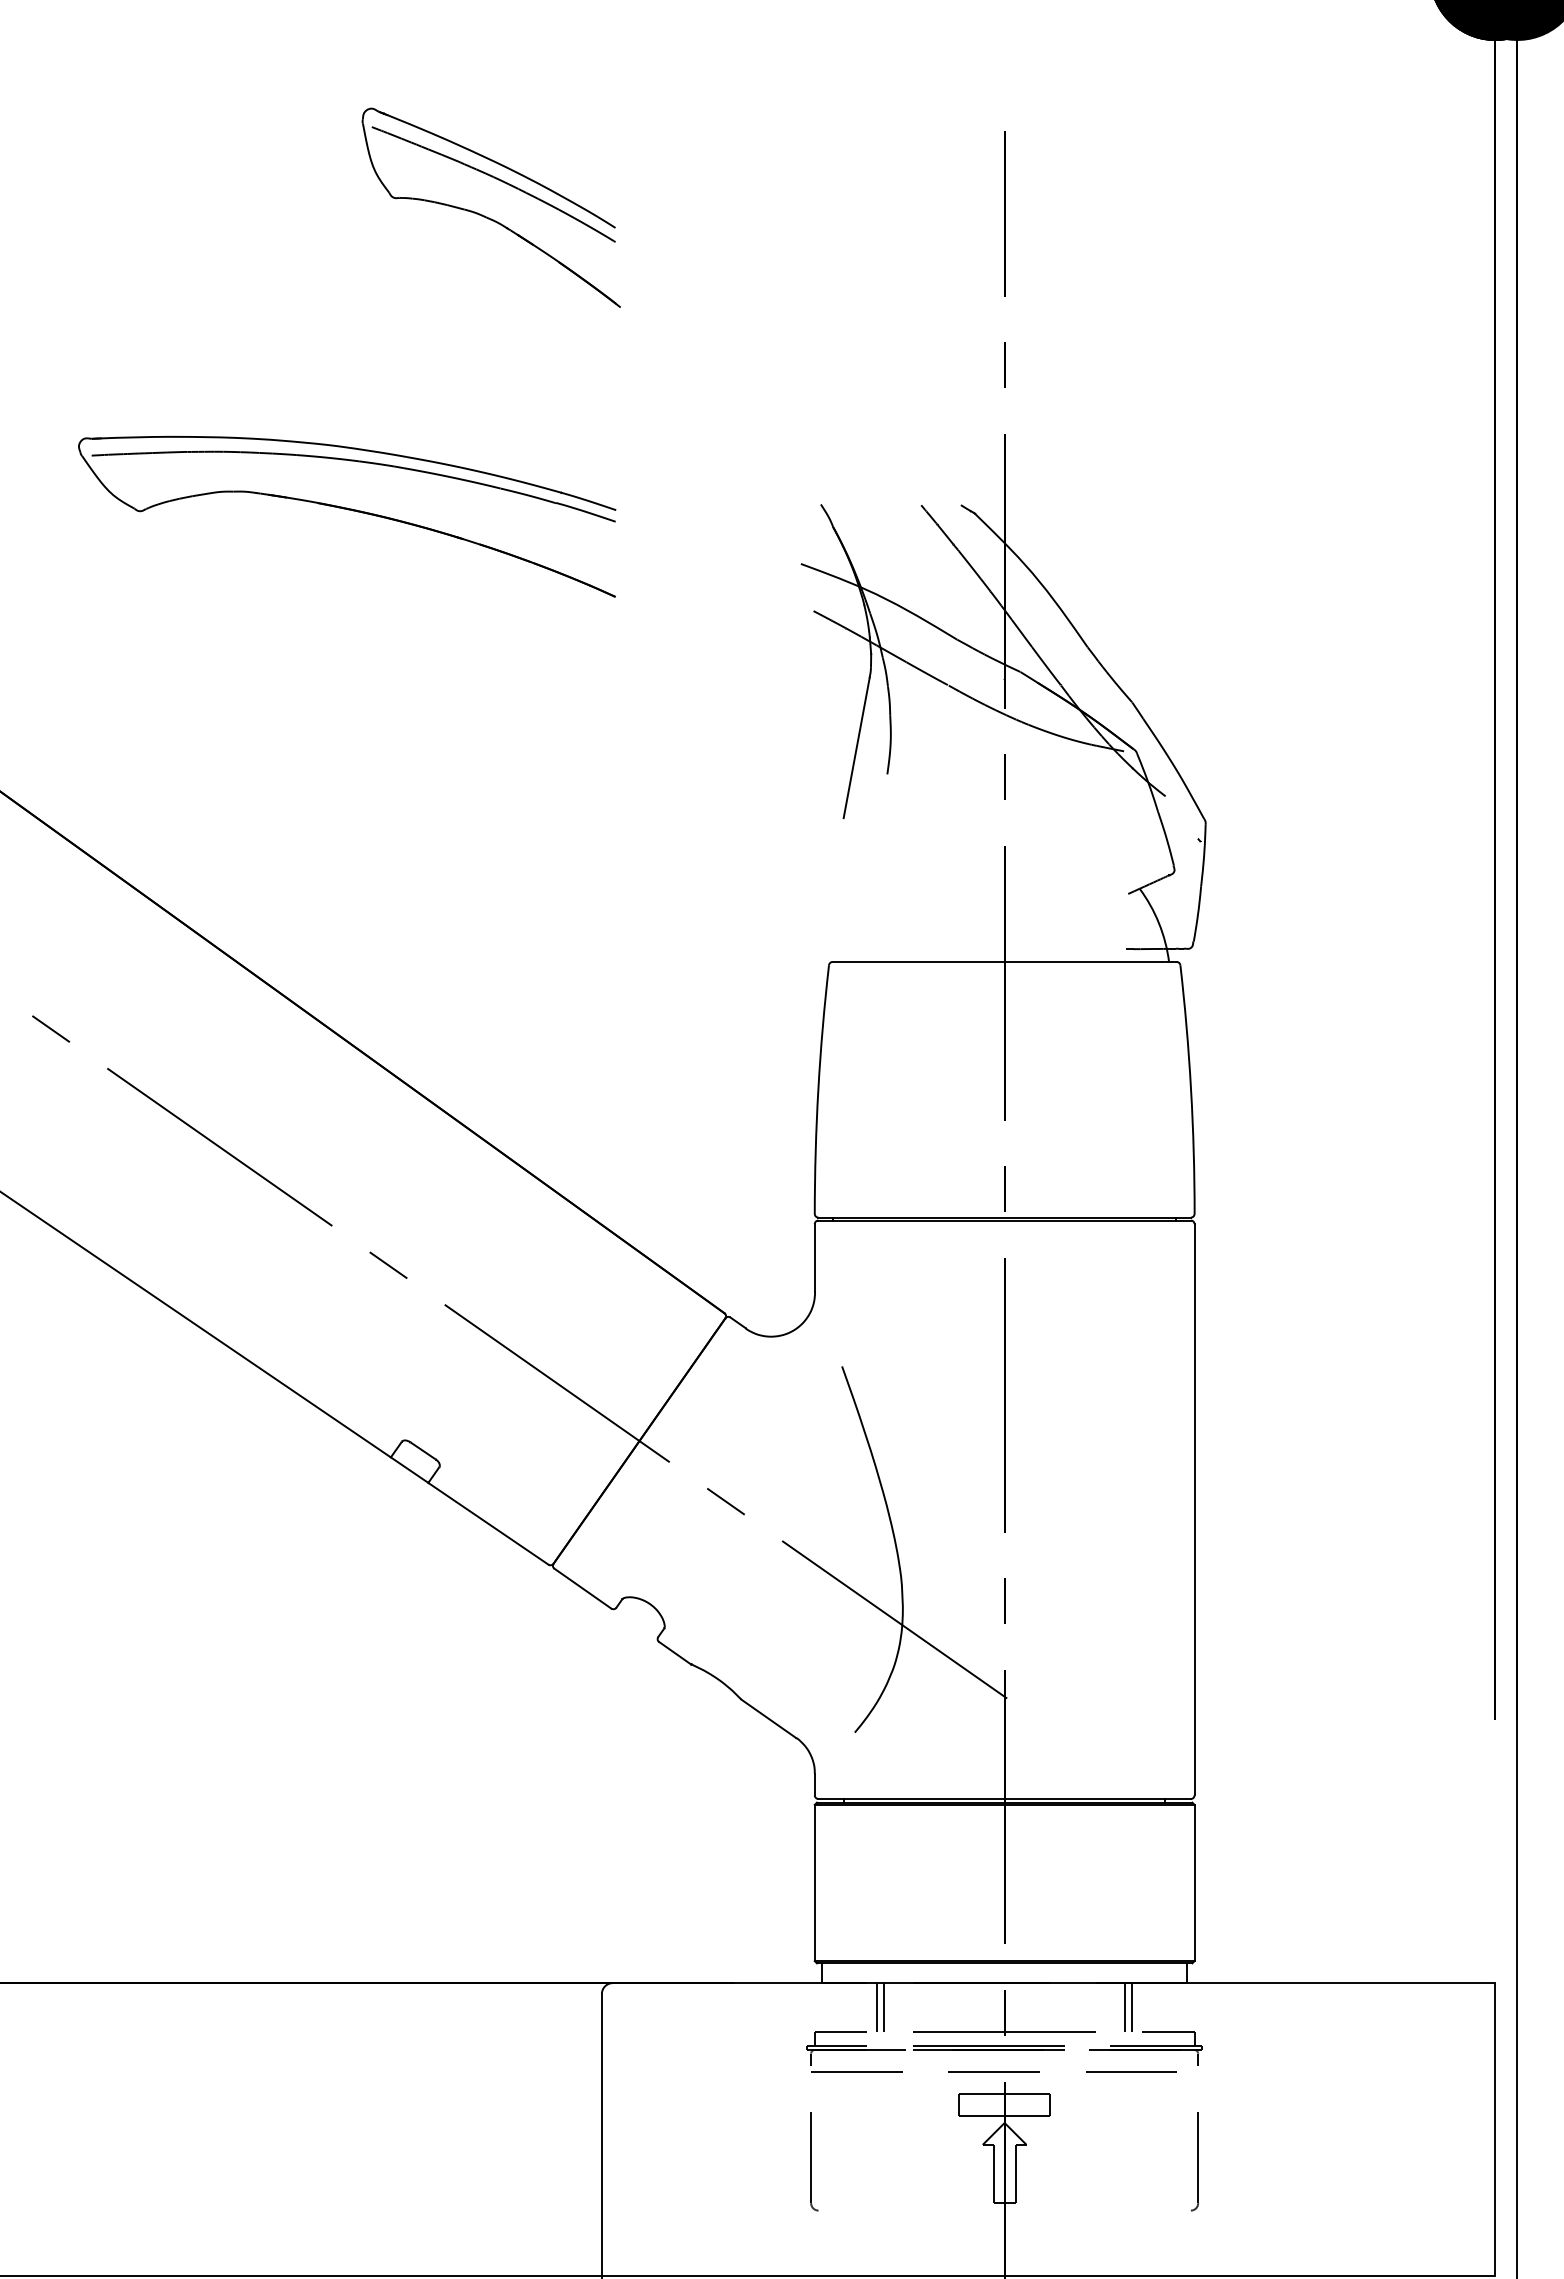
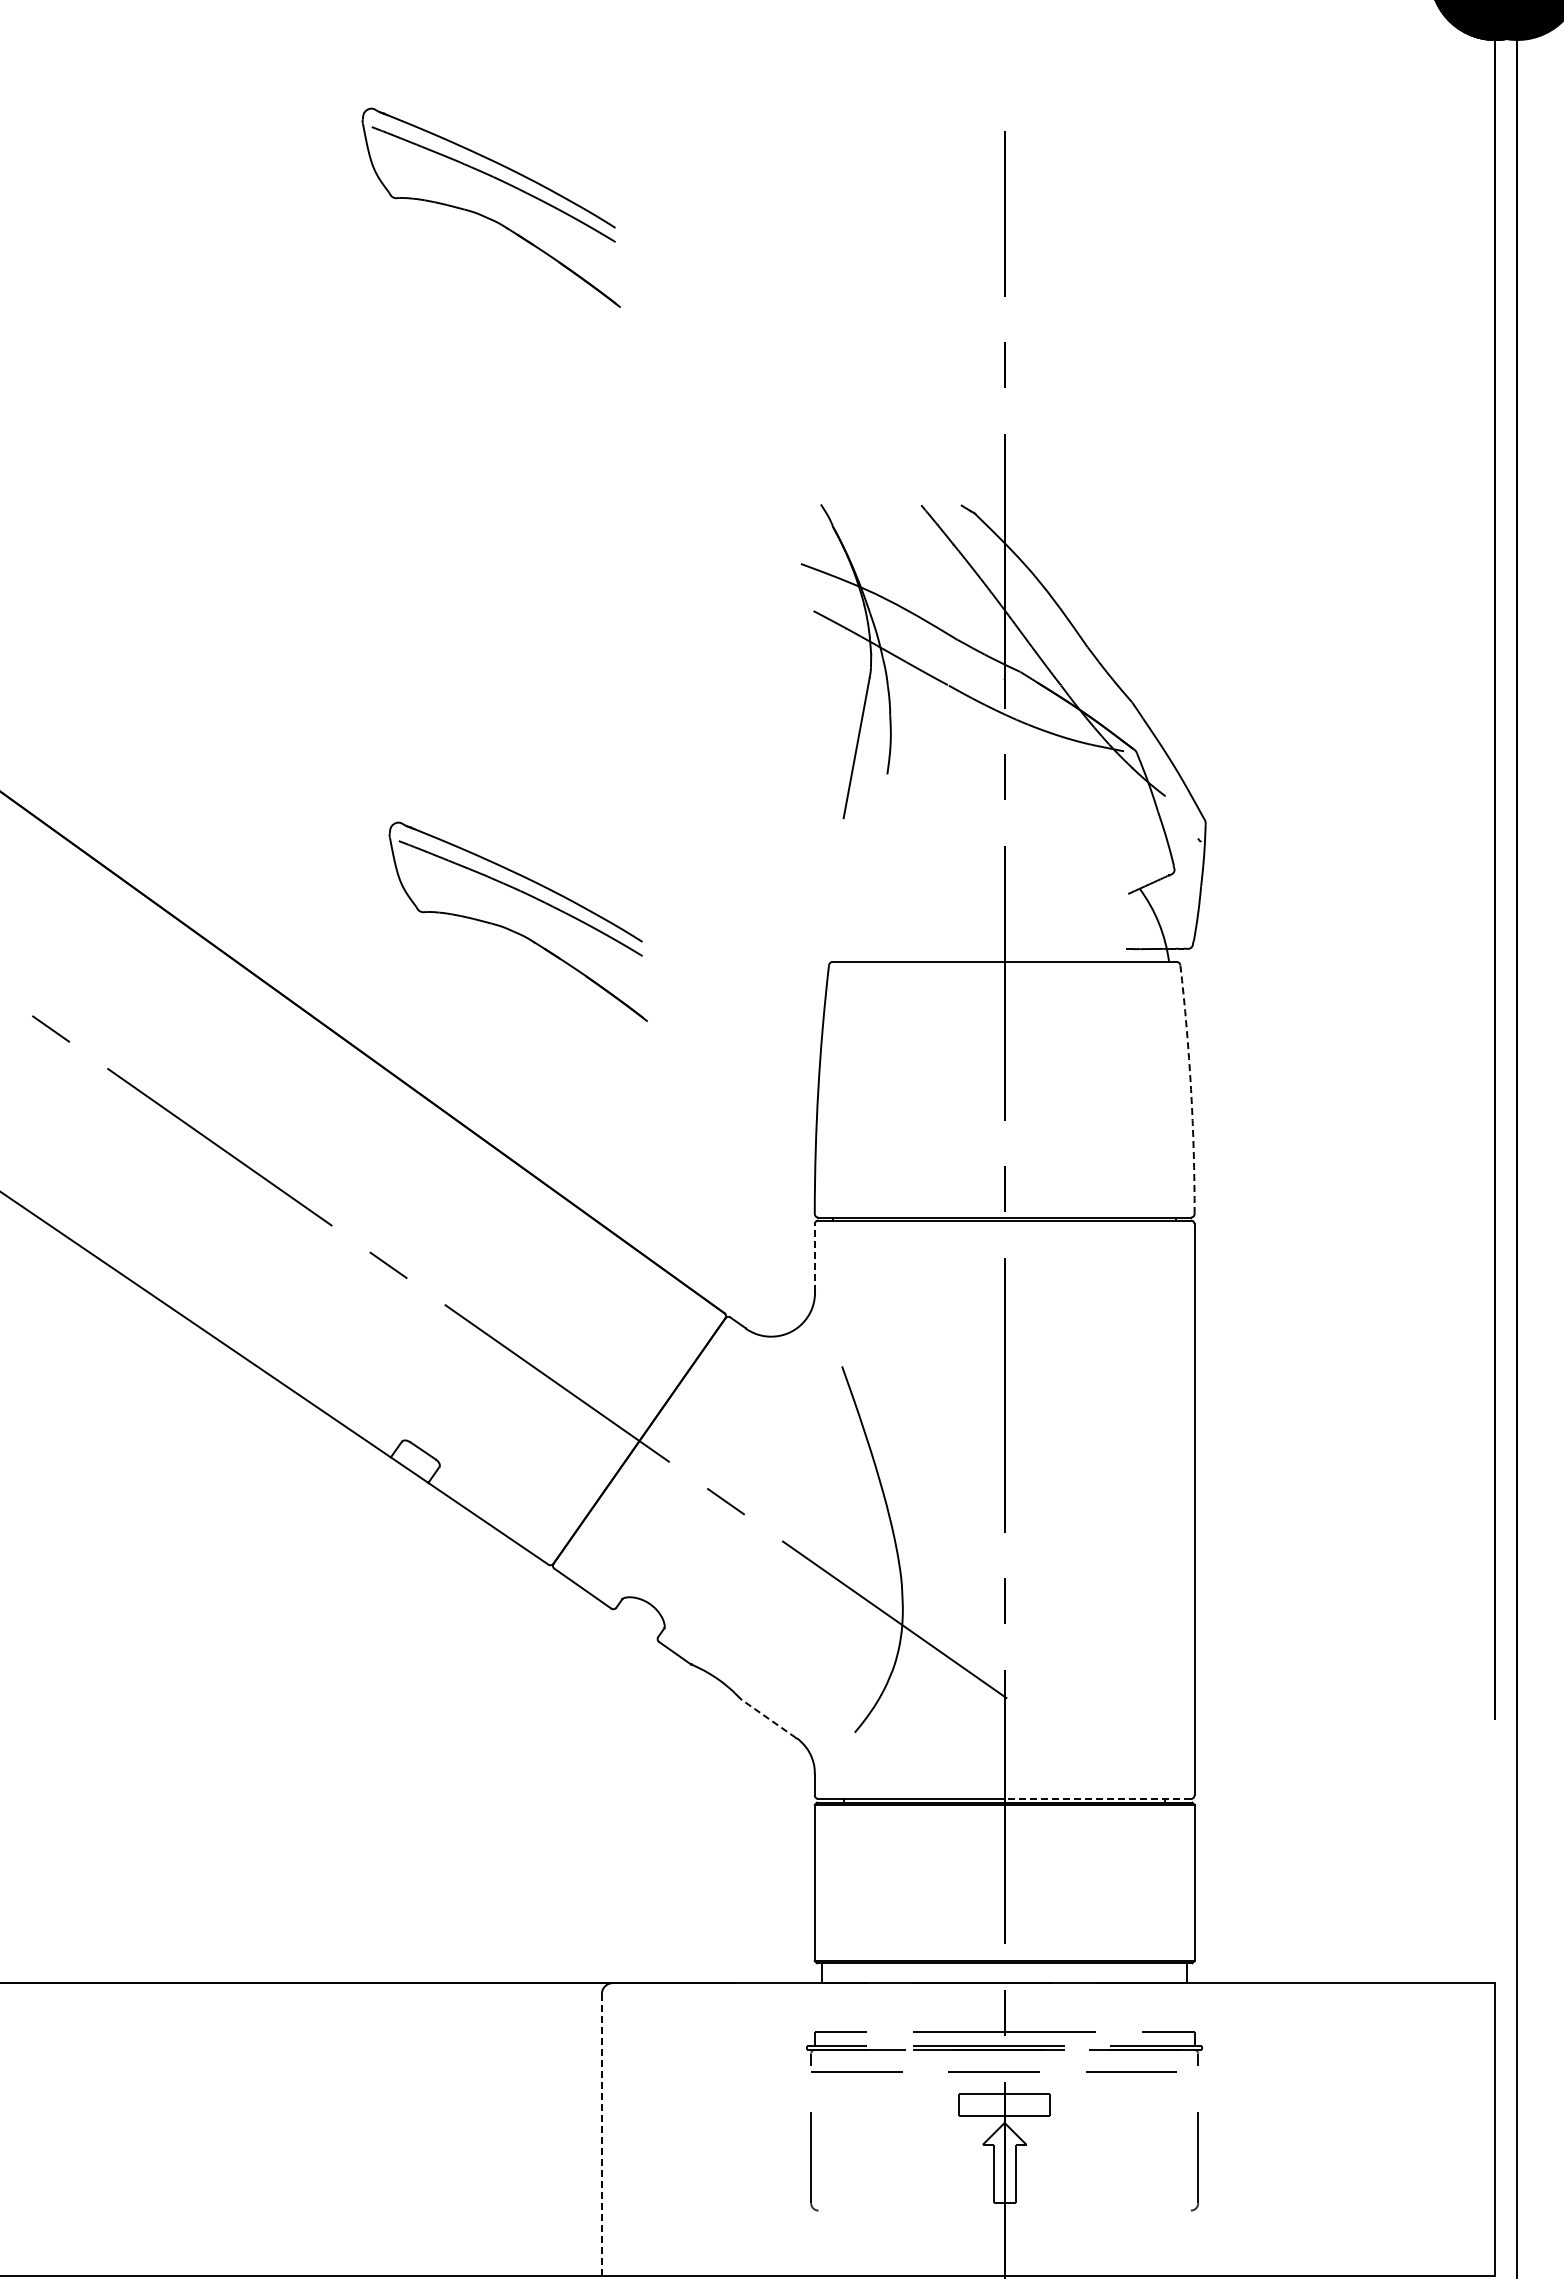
part at (348, 510): present -> none
part at (513, 930): none -> present
arc at (1191, 1089): solid -> dashed
line at (814, 1257): solid -> dashed
line at (768, 1718): solid -> dashed
line at (1097, 1798): solid -> dashed
line at (876, 2007): present -> none
line at (884, 2007): present -> none
line at (1125, 2007): present -> none
line at (1132, 2007): present -> none
line at (601, 2137): solid -> dashed
